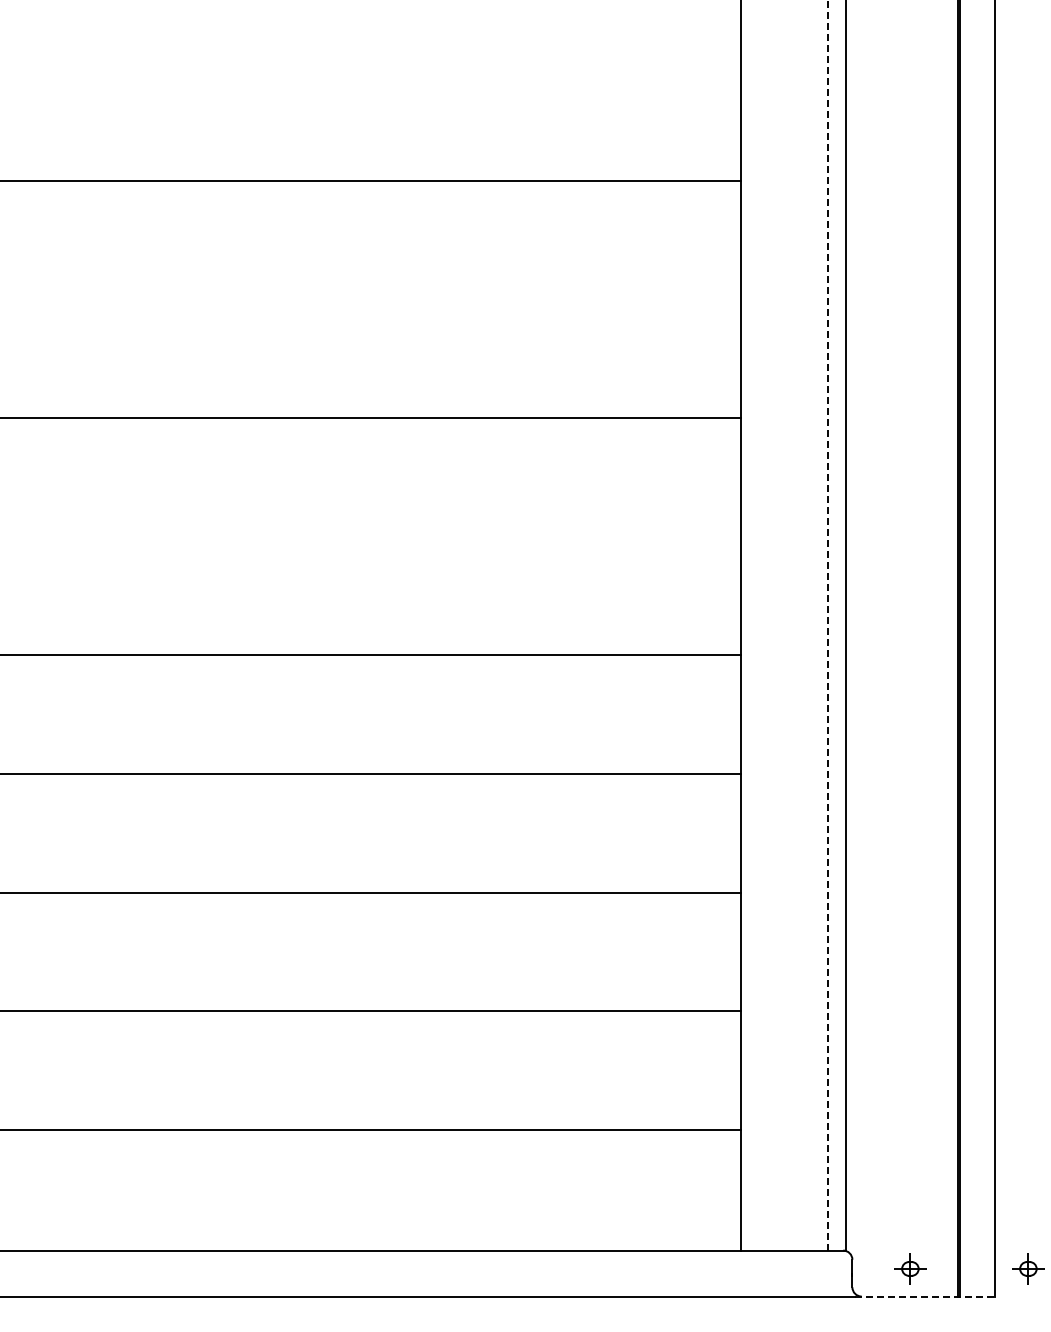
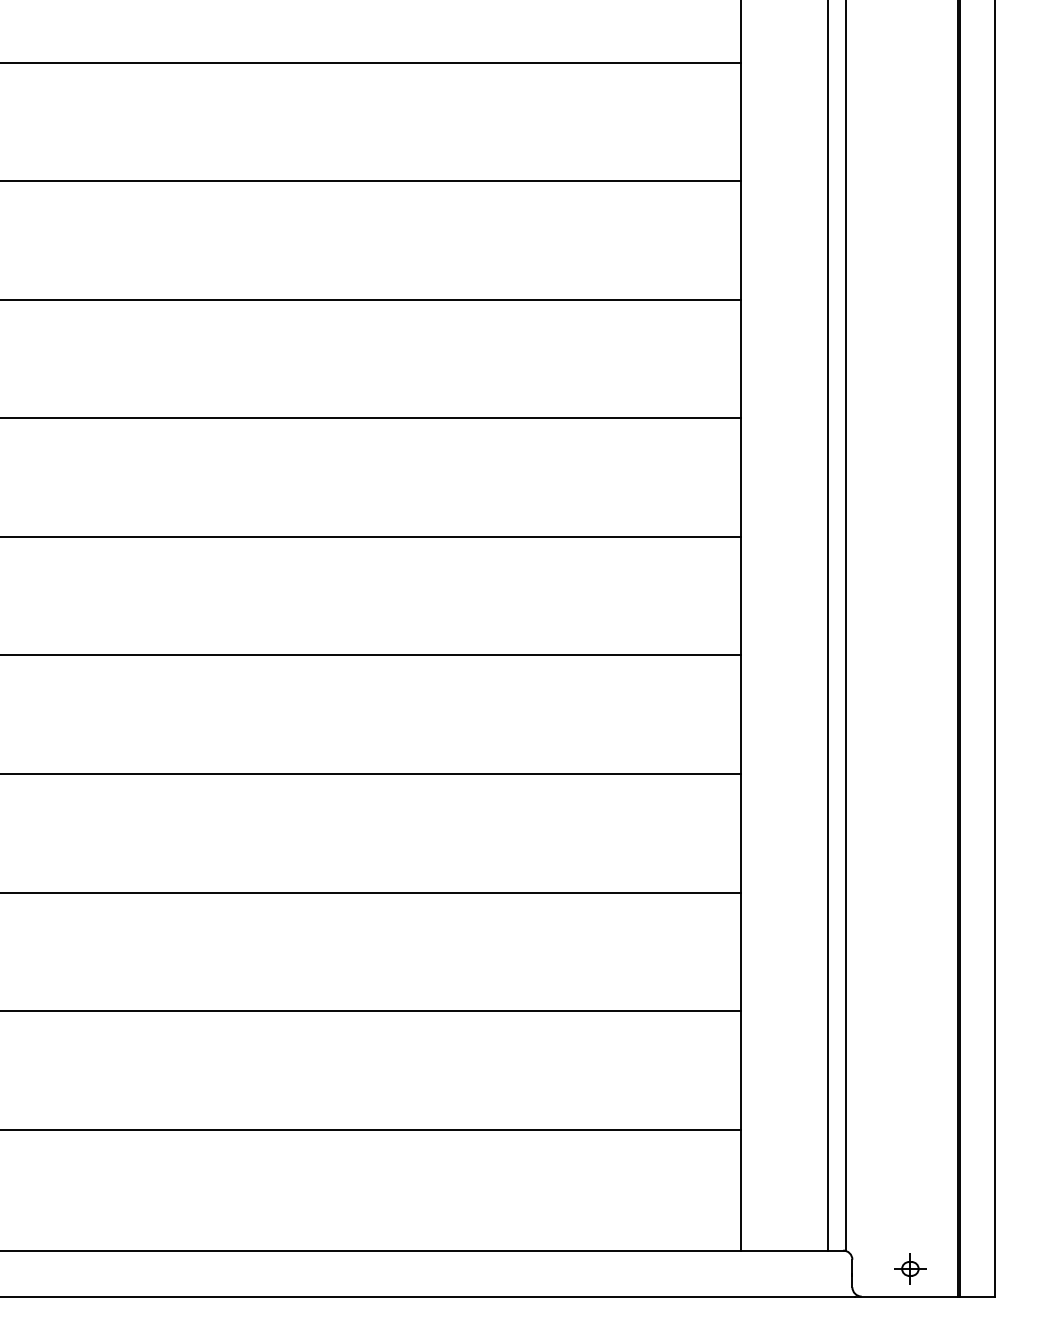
line at (371, 62): none -> present
line at (371, 299): none -> present
line at (371, 536): none -> present
line at (827, 625): dashed -> solid
part at (1028, 1268): present -> none
line at (925, 1296): dashed -> solid
